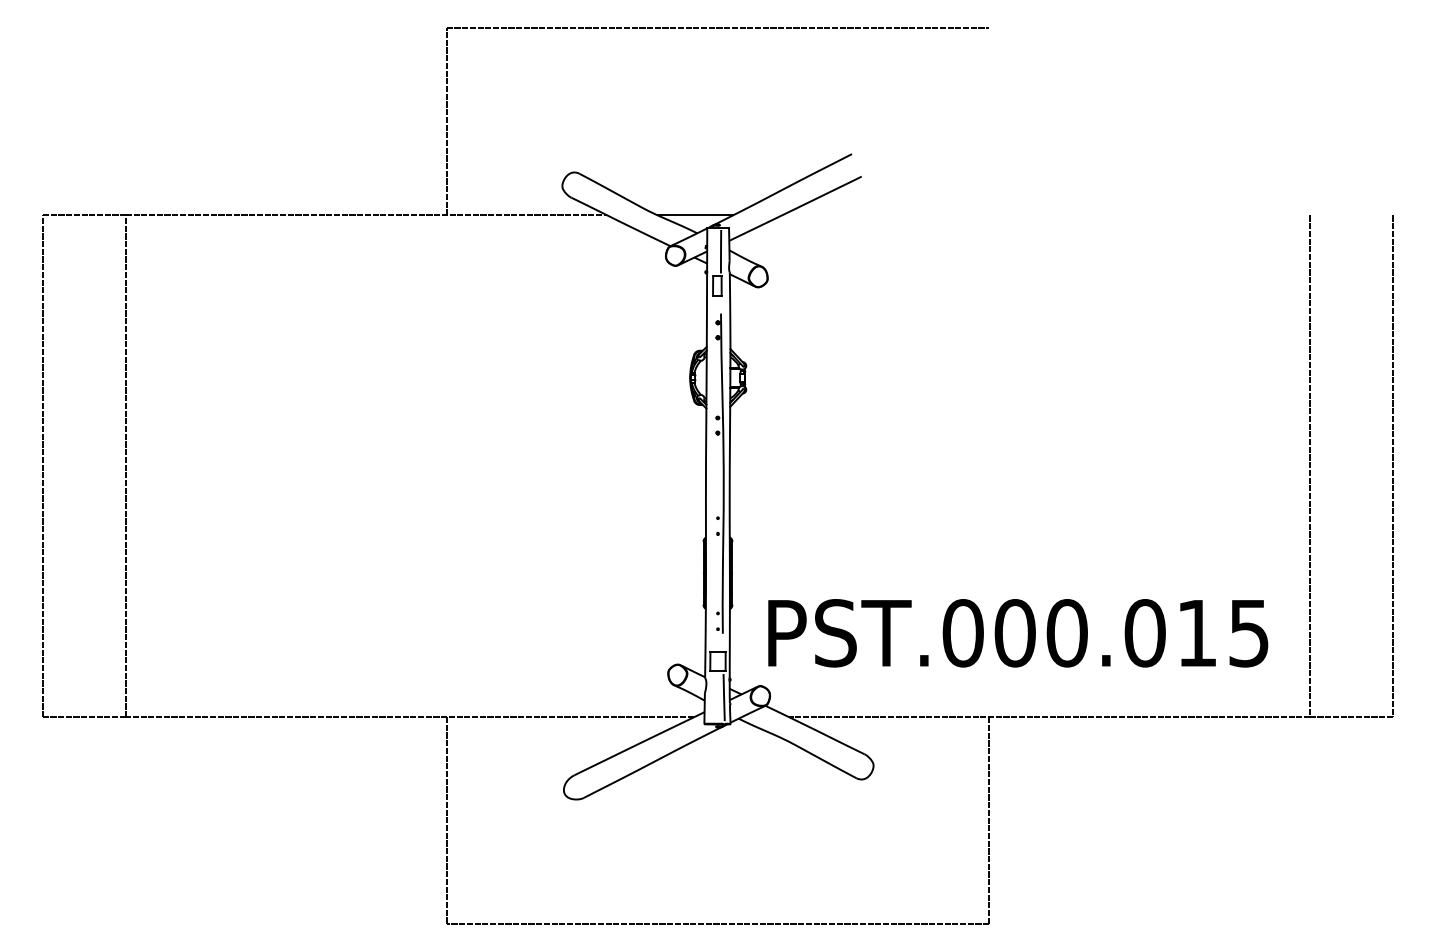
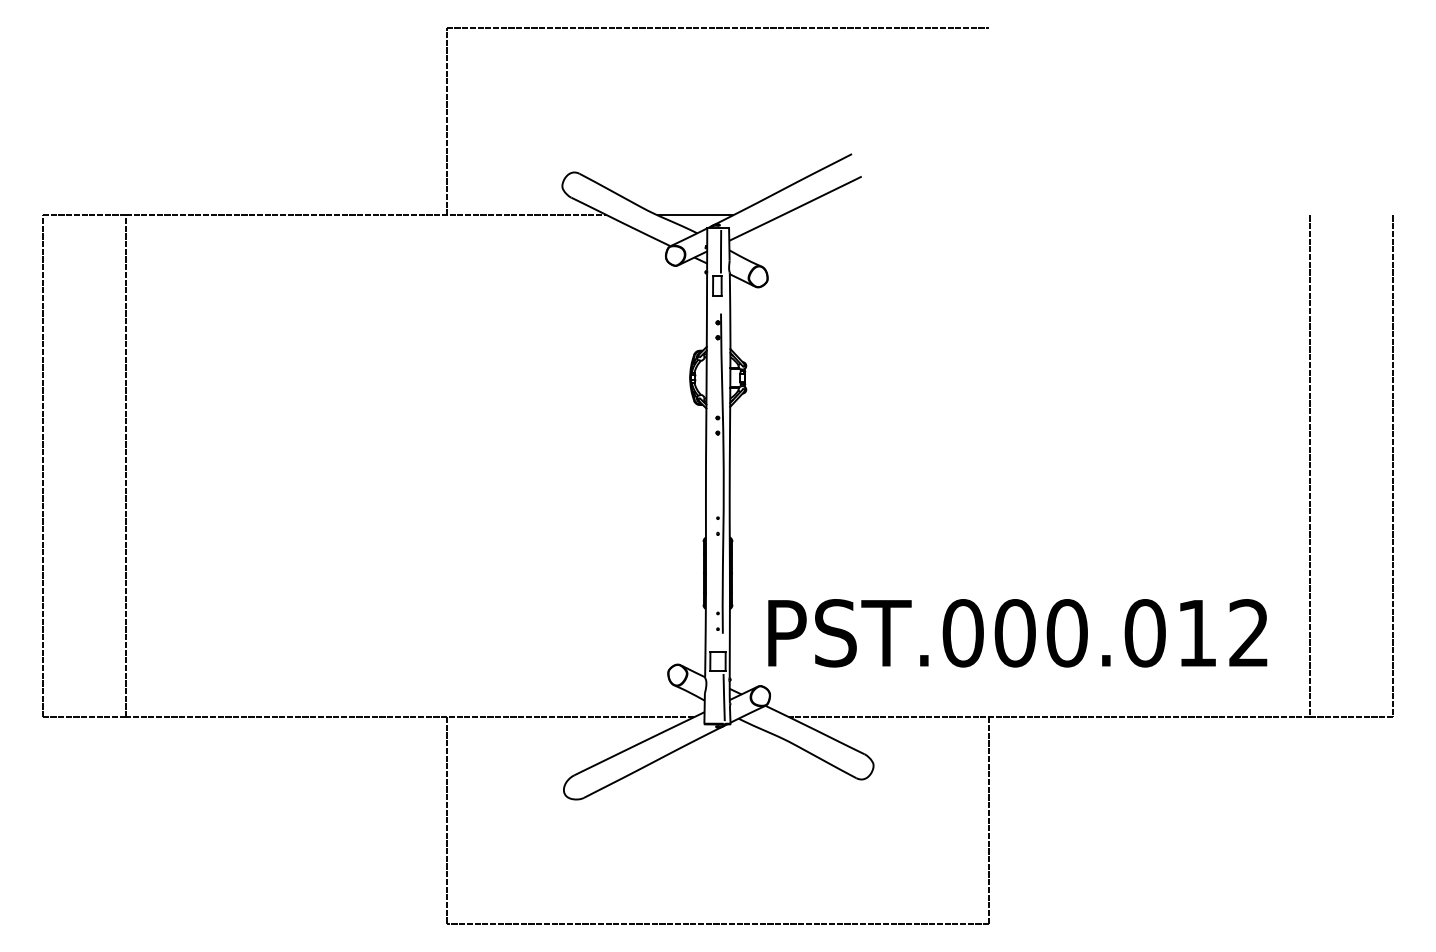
text at (1248, 633): PST.000.015 -> PST.000.012
